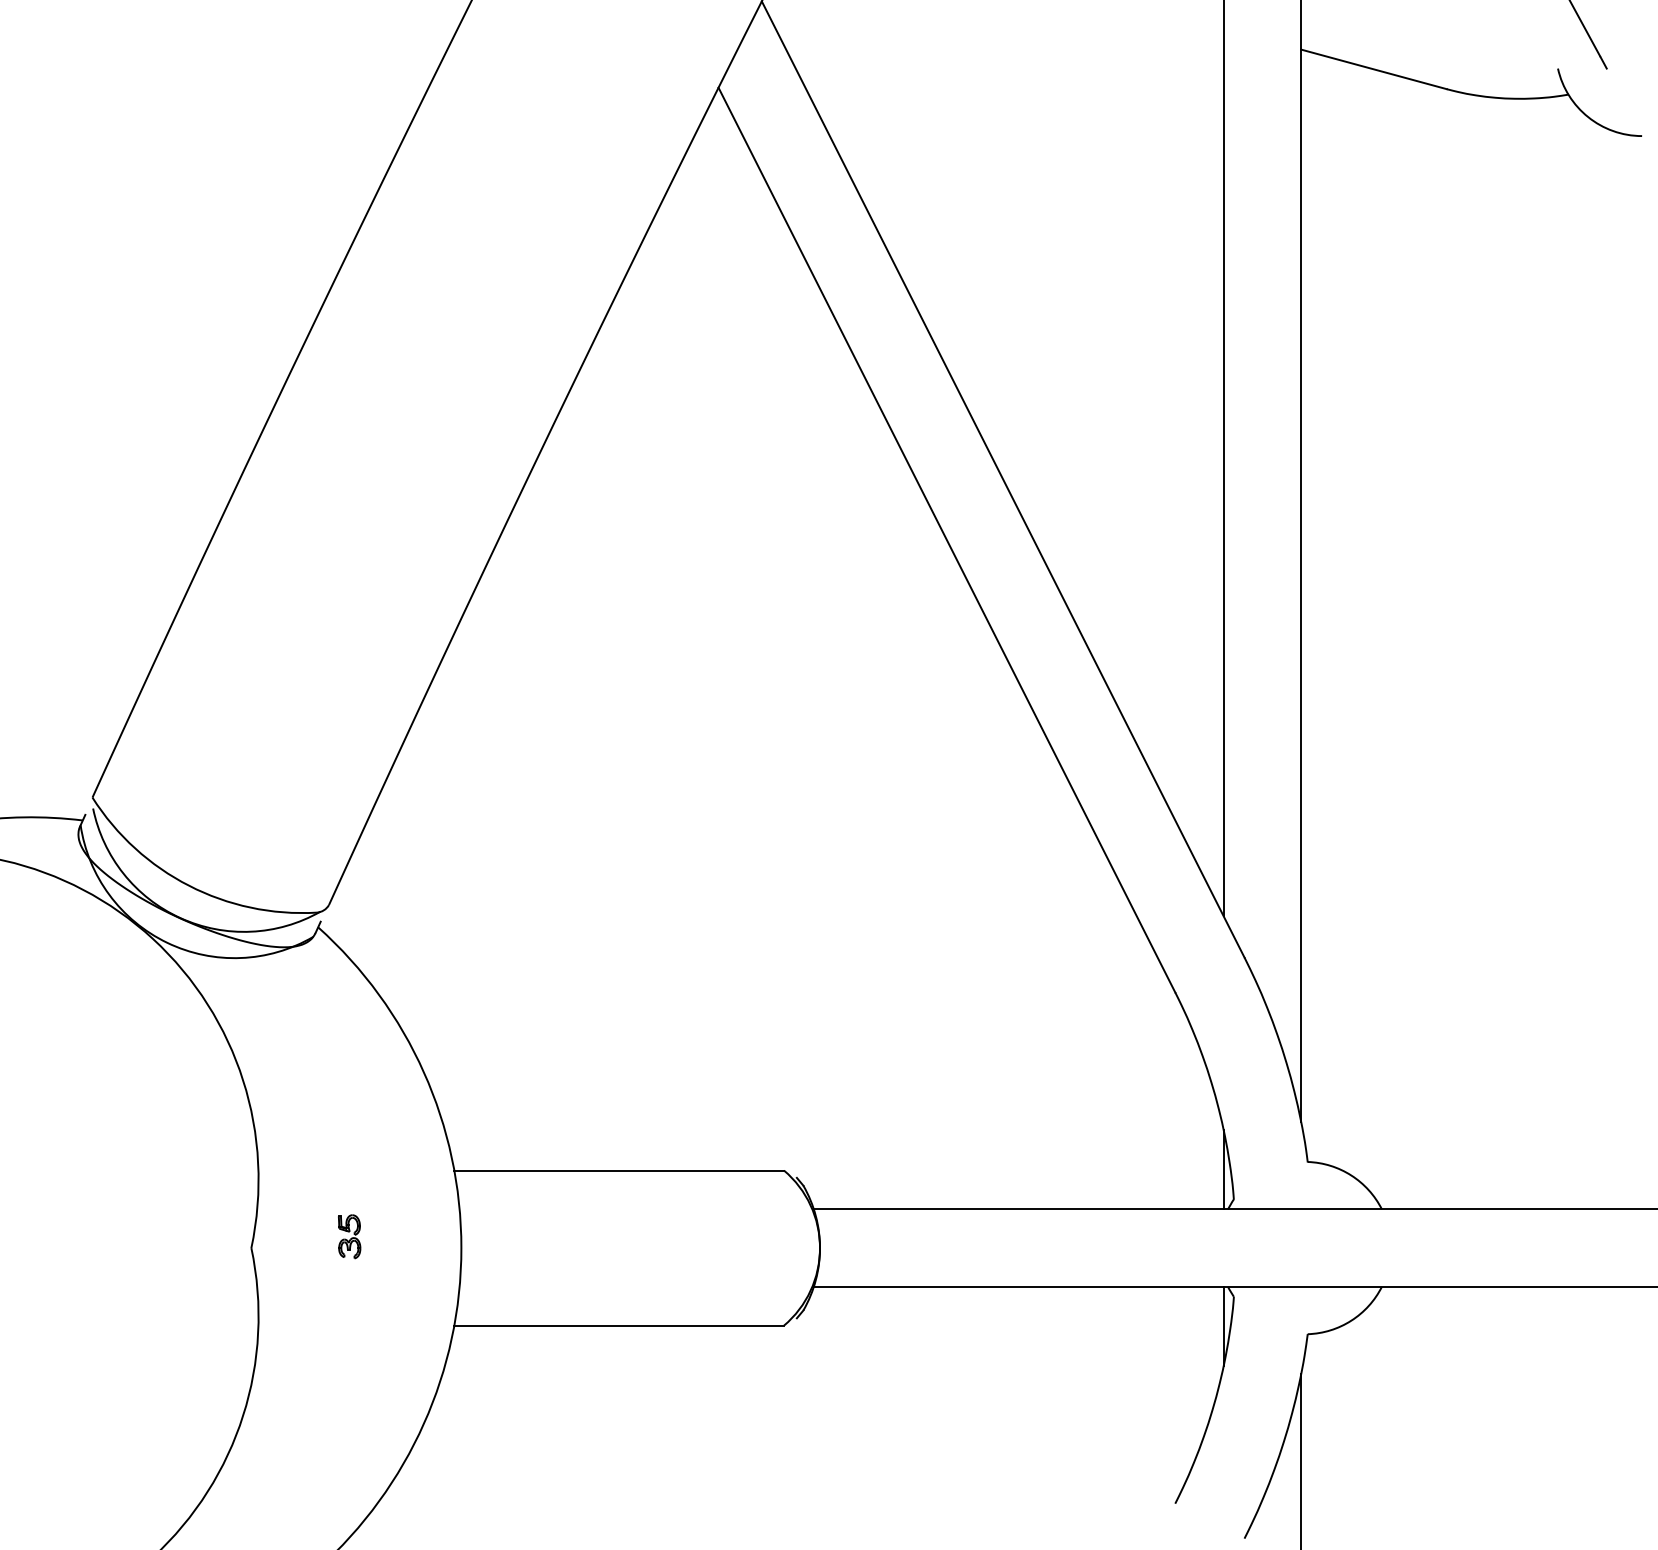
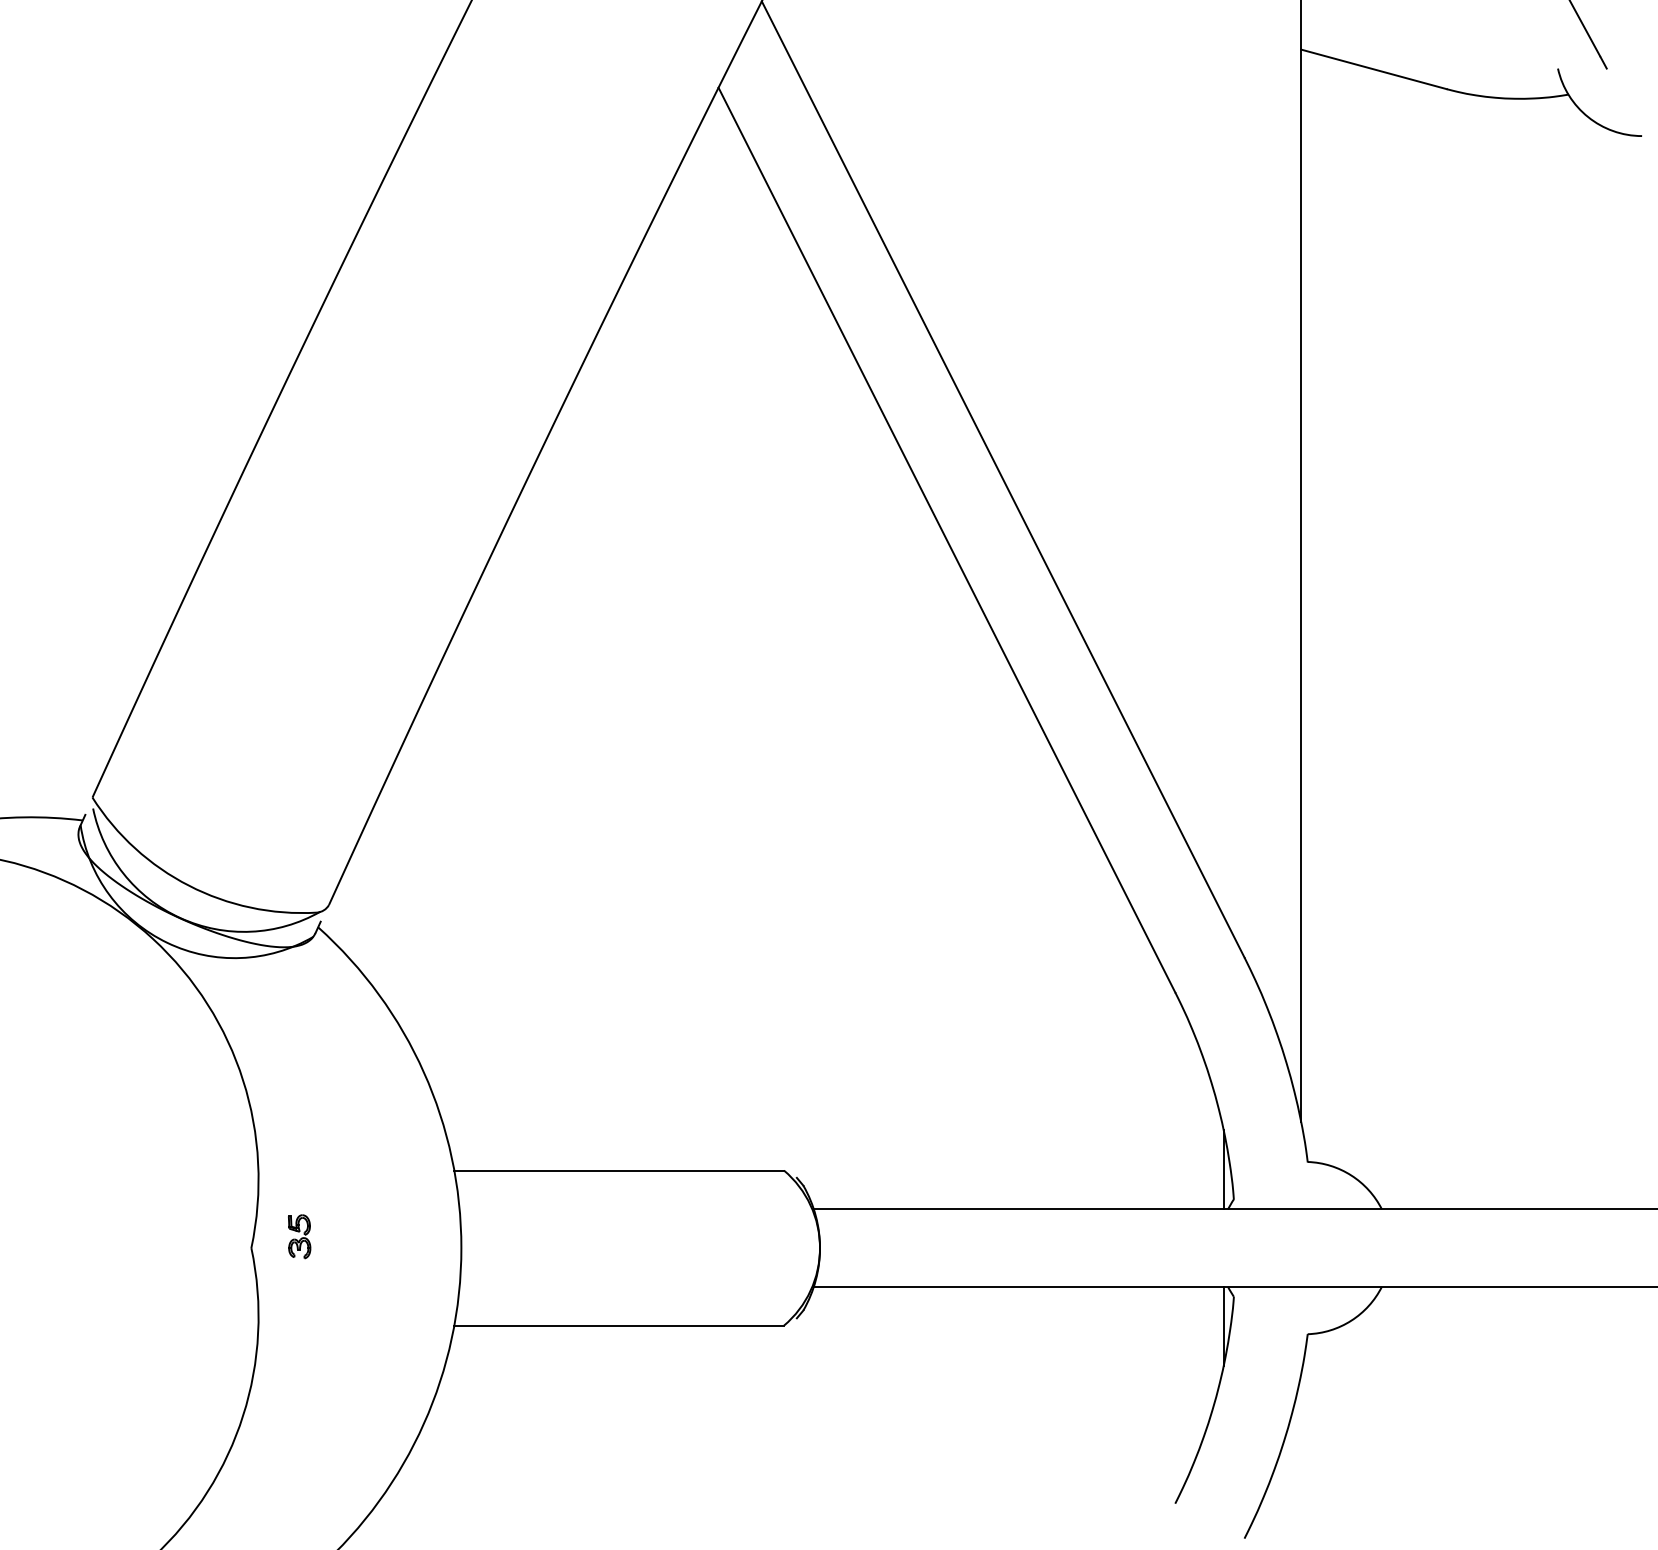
line at (1223, 459): present -> none
part at (349, 1236) position: (349, 1236) -> (299, 1236)
line at (1301, 1459): present -> none
